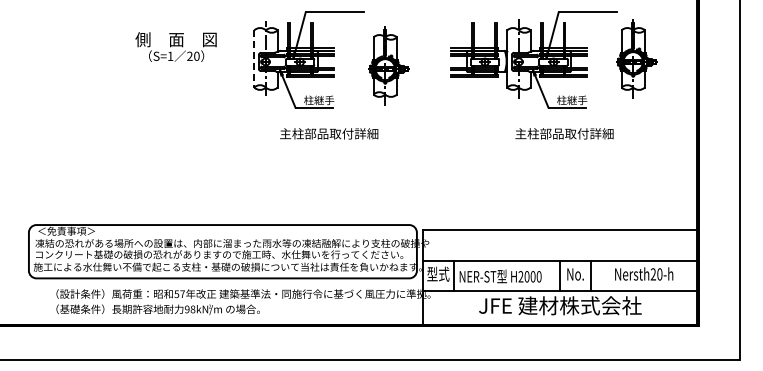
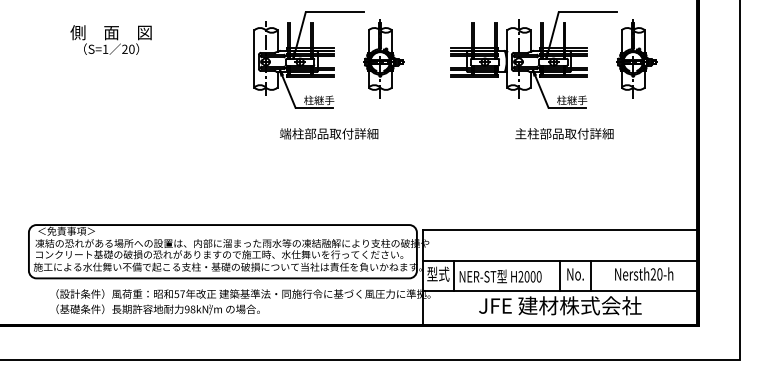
text at (175, 46) position: (175, 46) -> (110, 39)
line at (254, 58): dashed -> solid
part at (388, 65) position: (388, 65) -> (383, 58)
text at (285, 133): 主柱部品取付詳細 -> 端柱部品取付詳細
